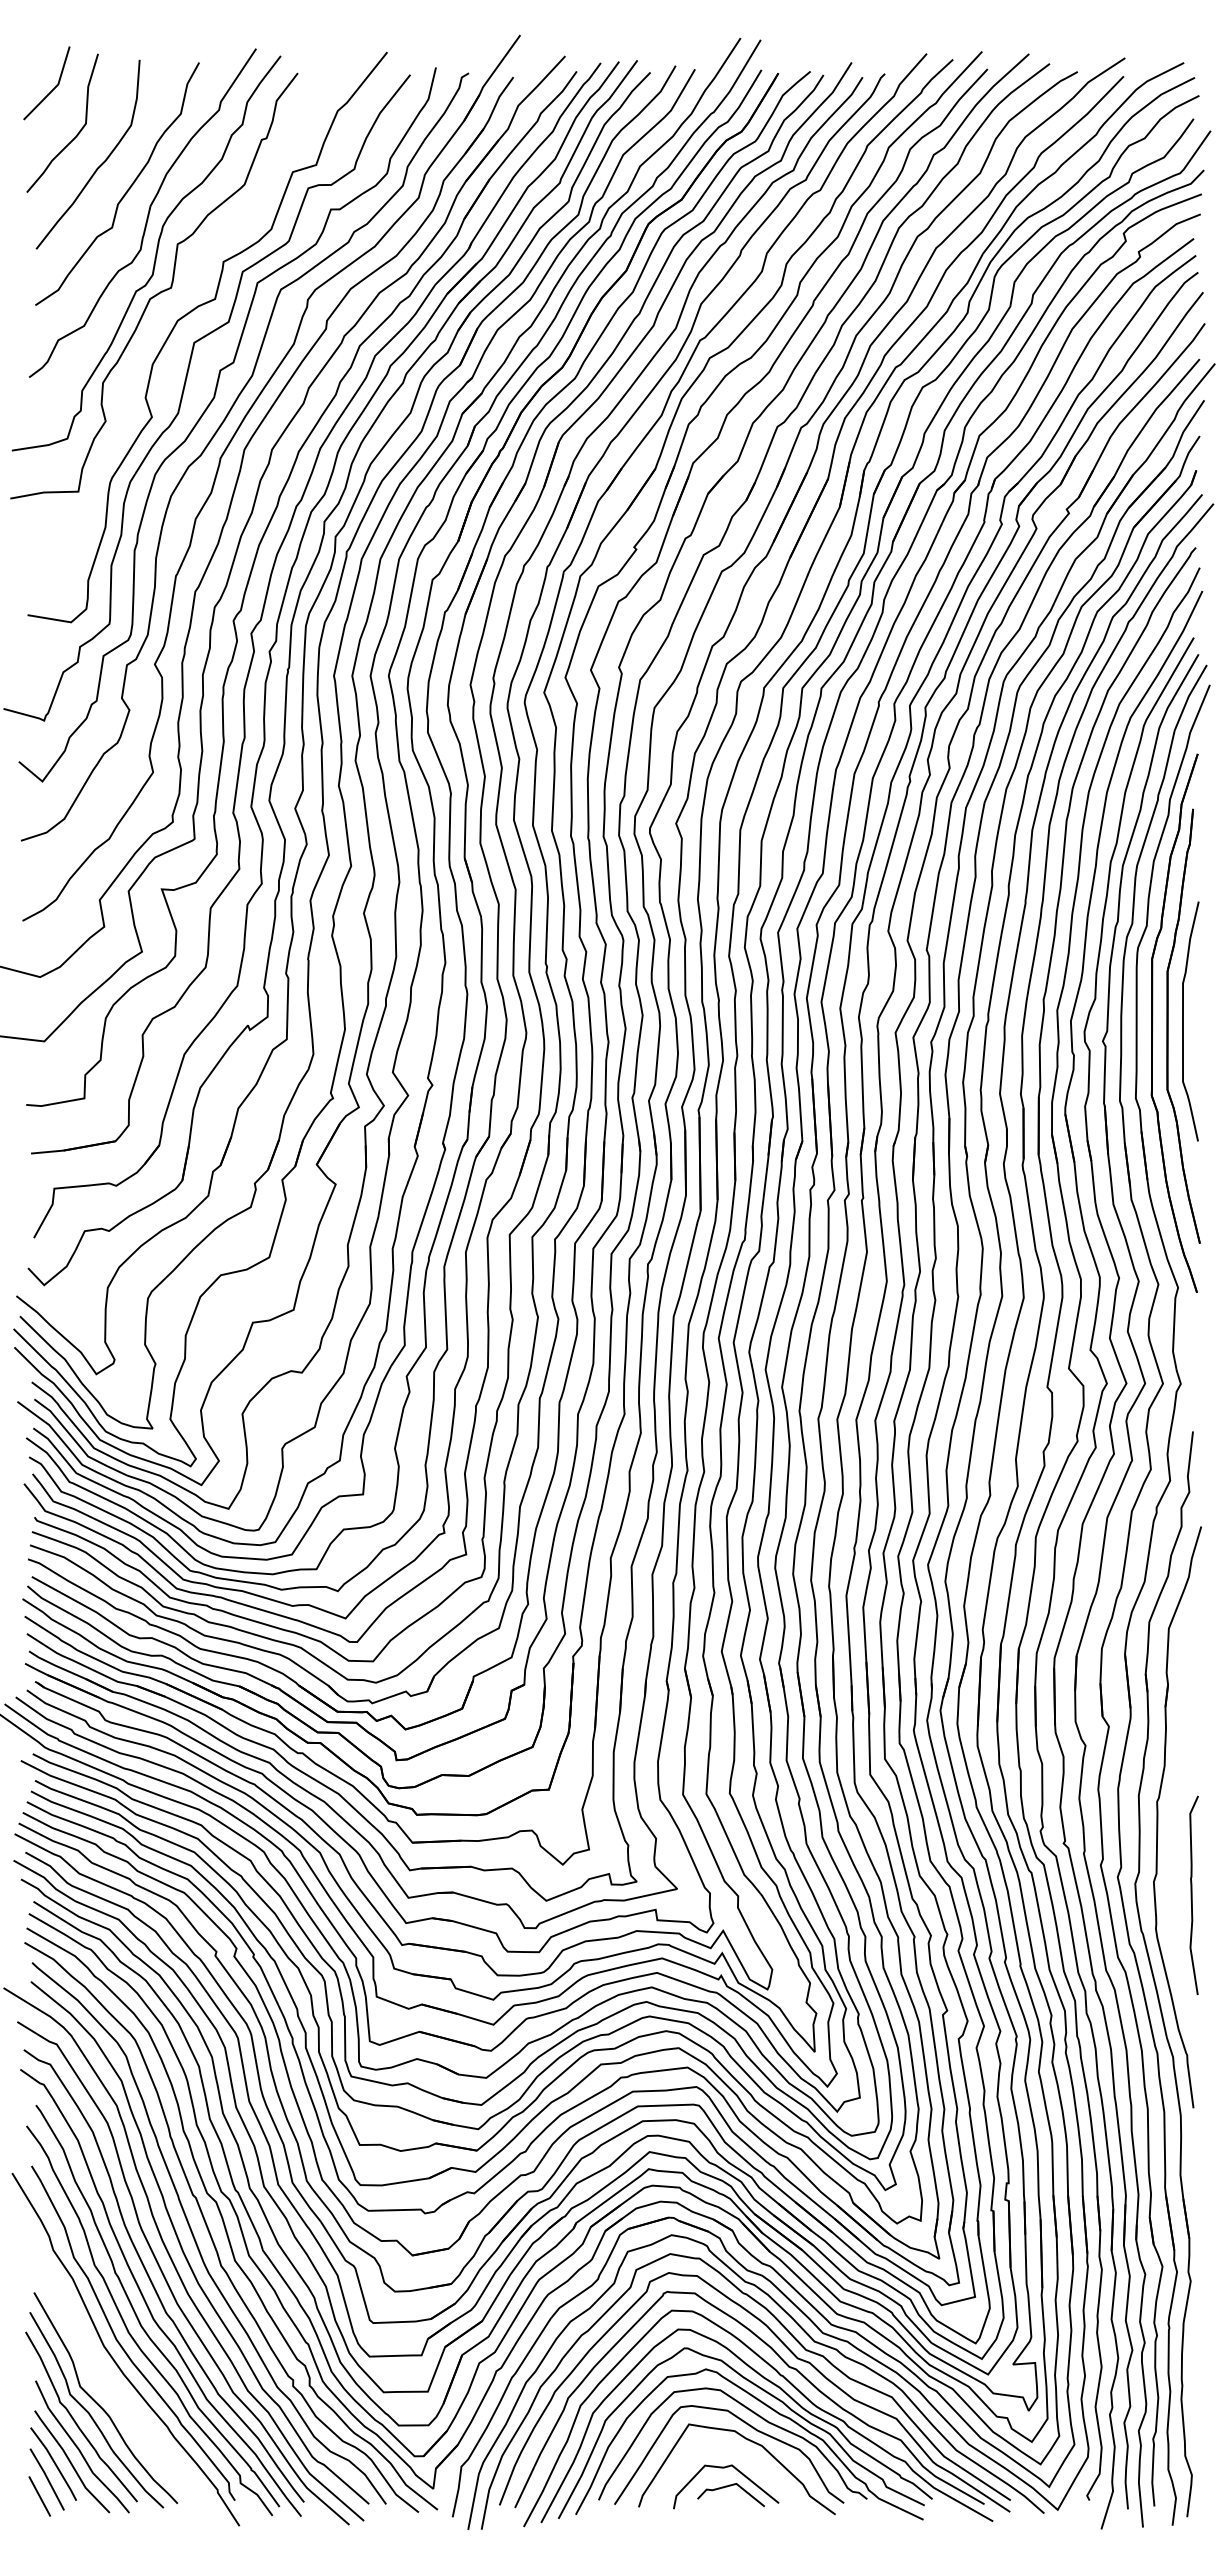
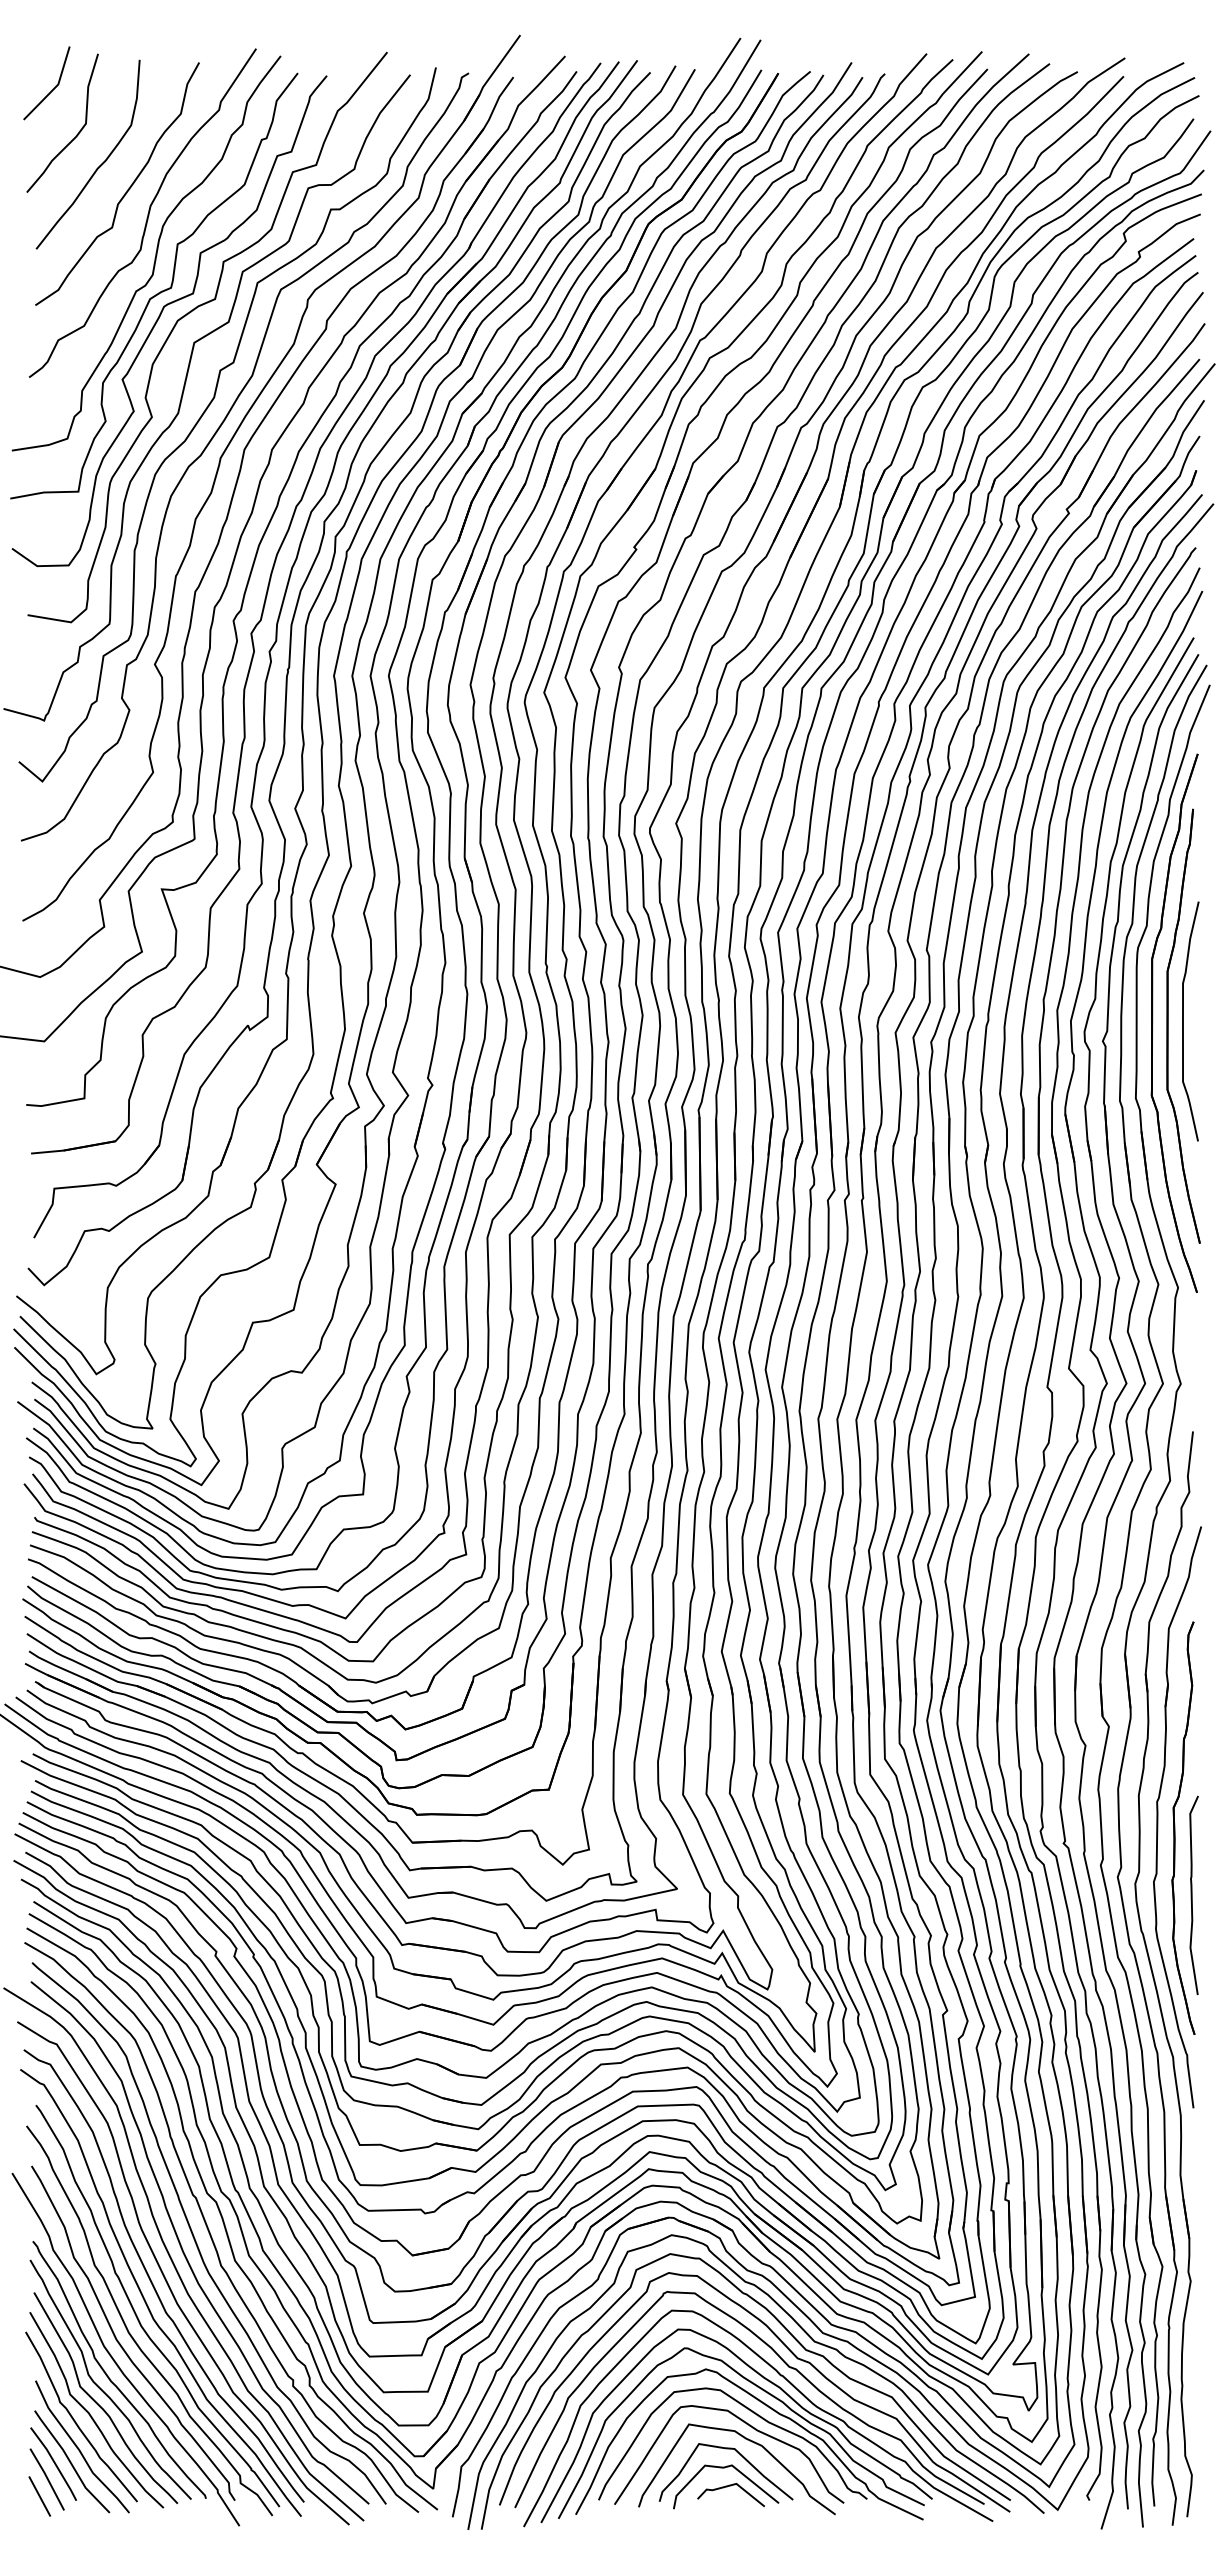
curve at (160, 316): none -> present
part at (1175, 1827): none -> present
part at (108, 2375): none -> present
curve at (741, 2456): none -> present
